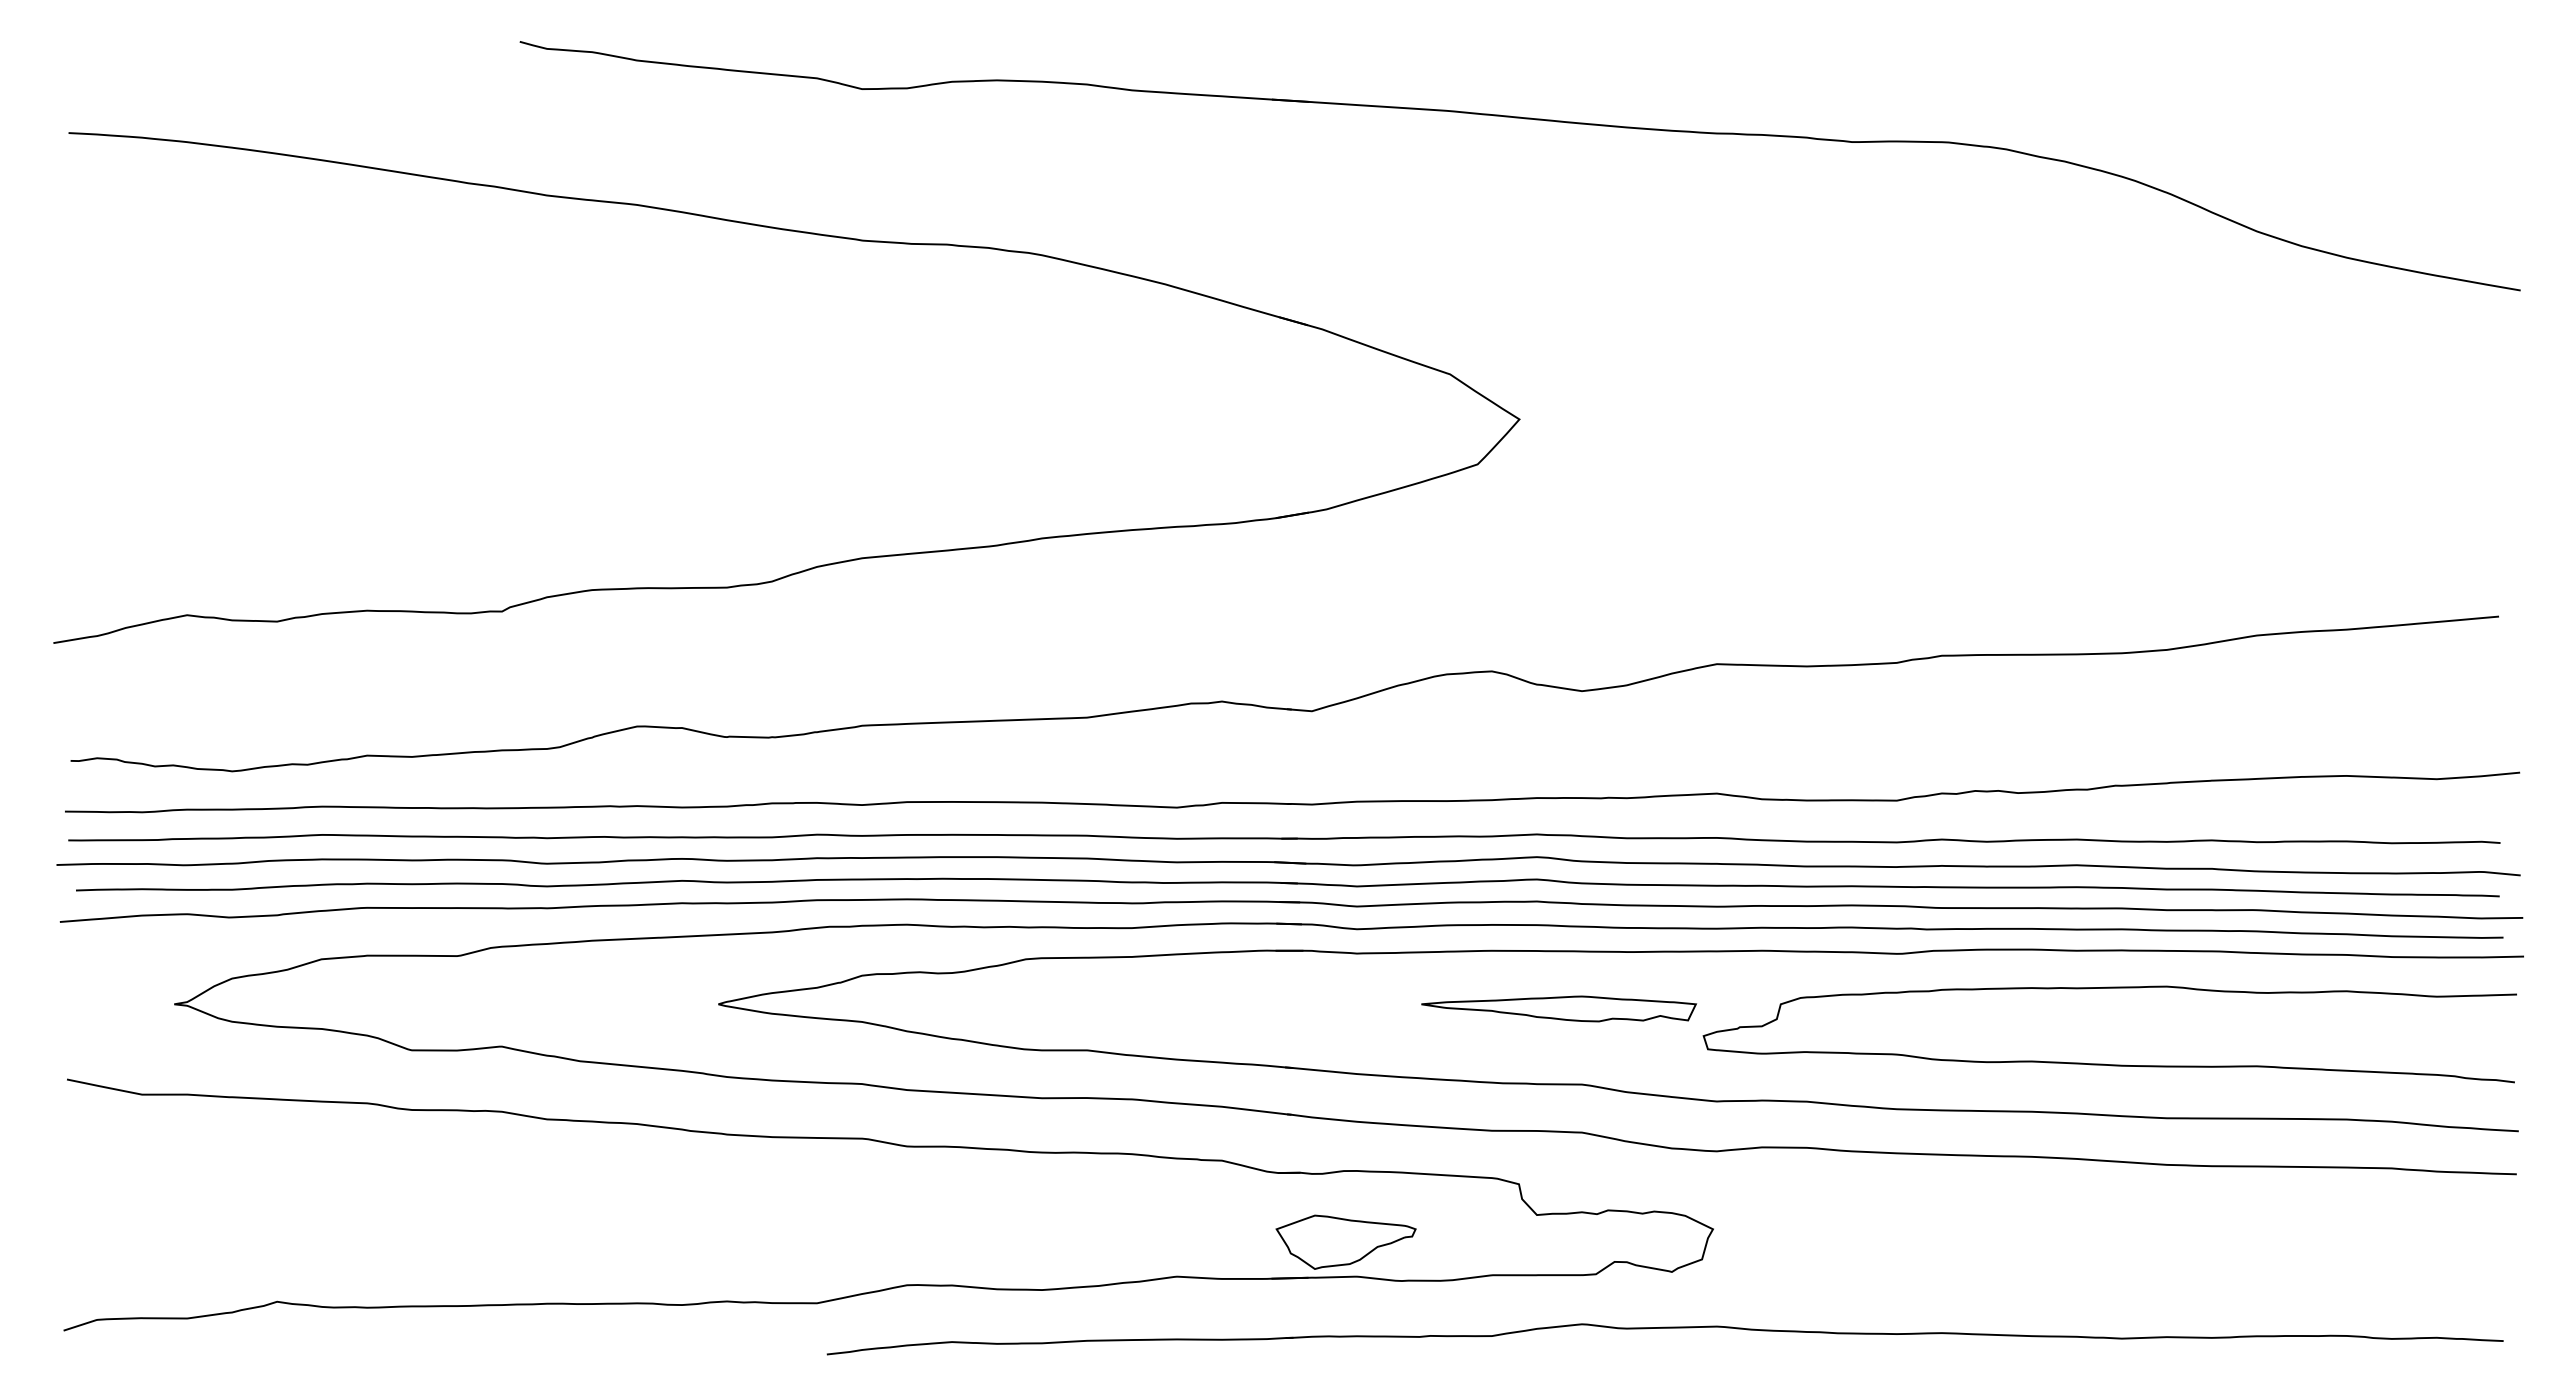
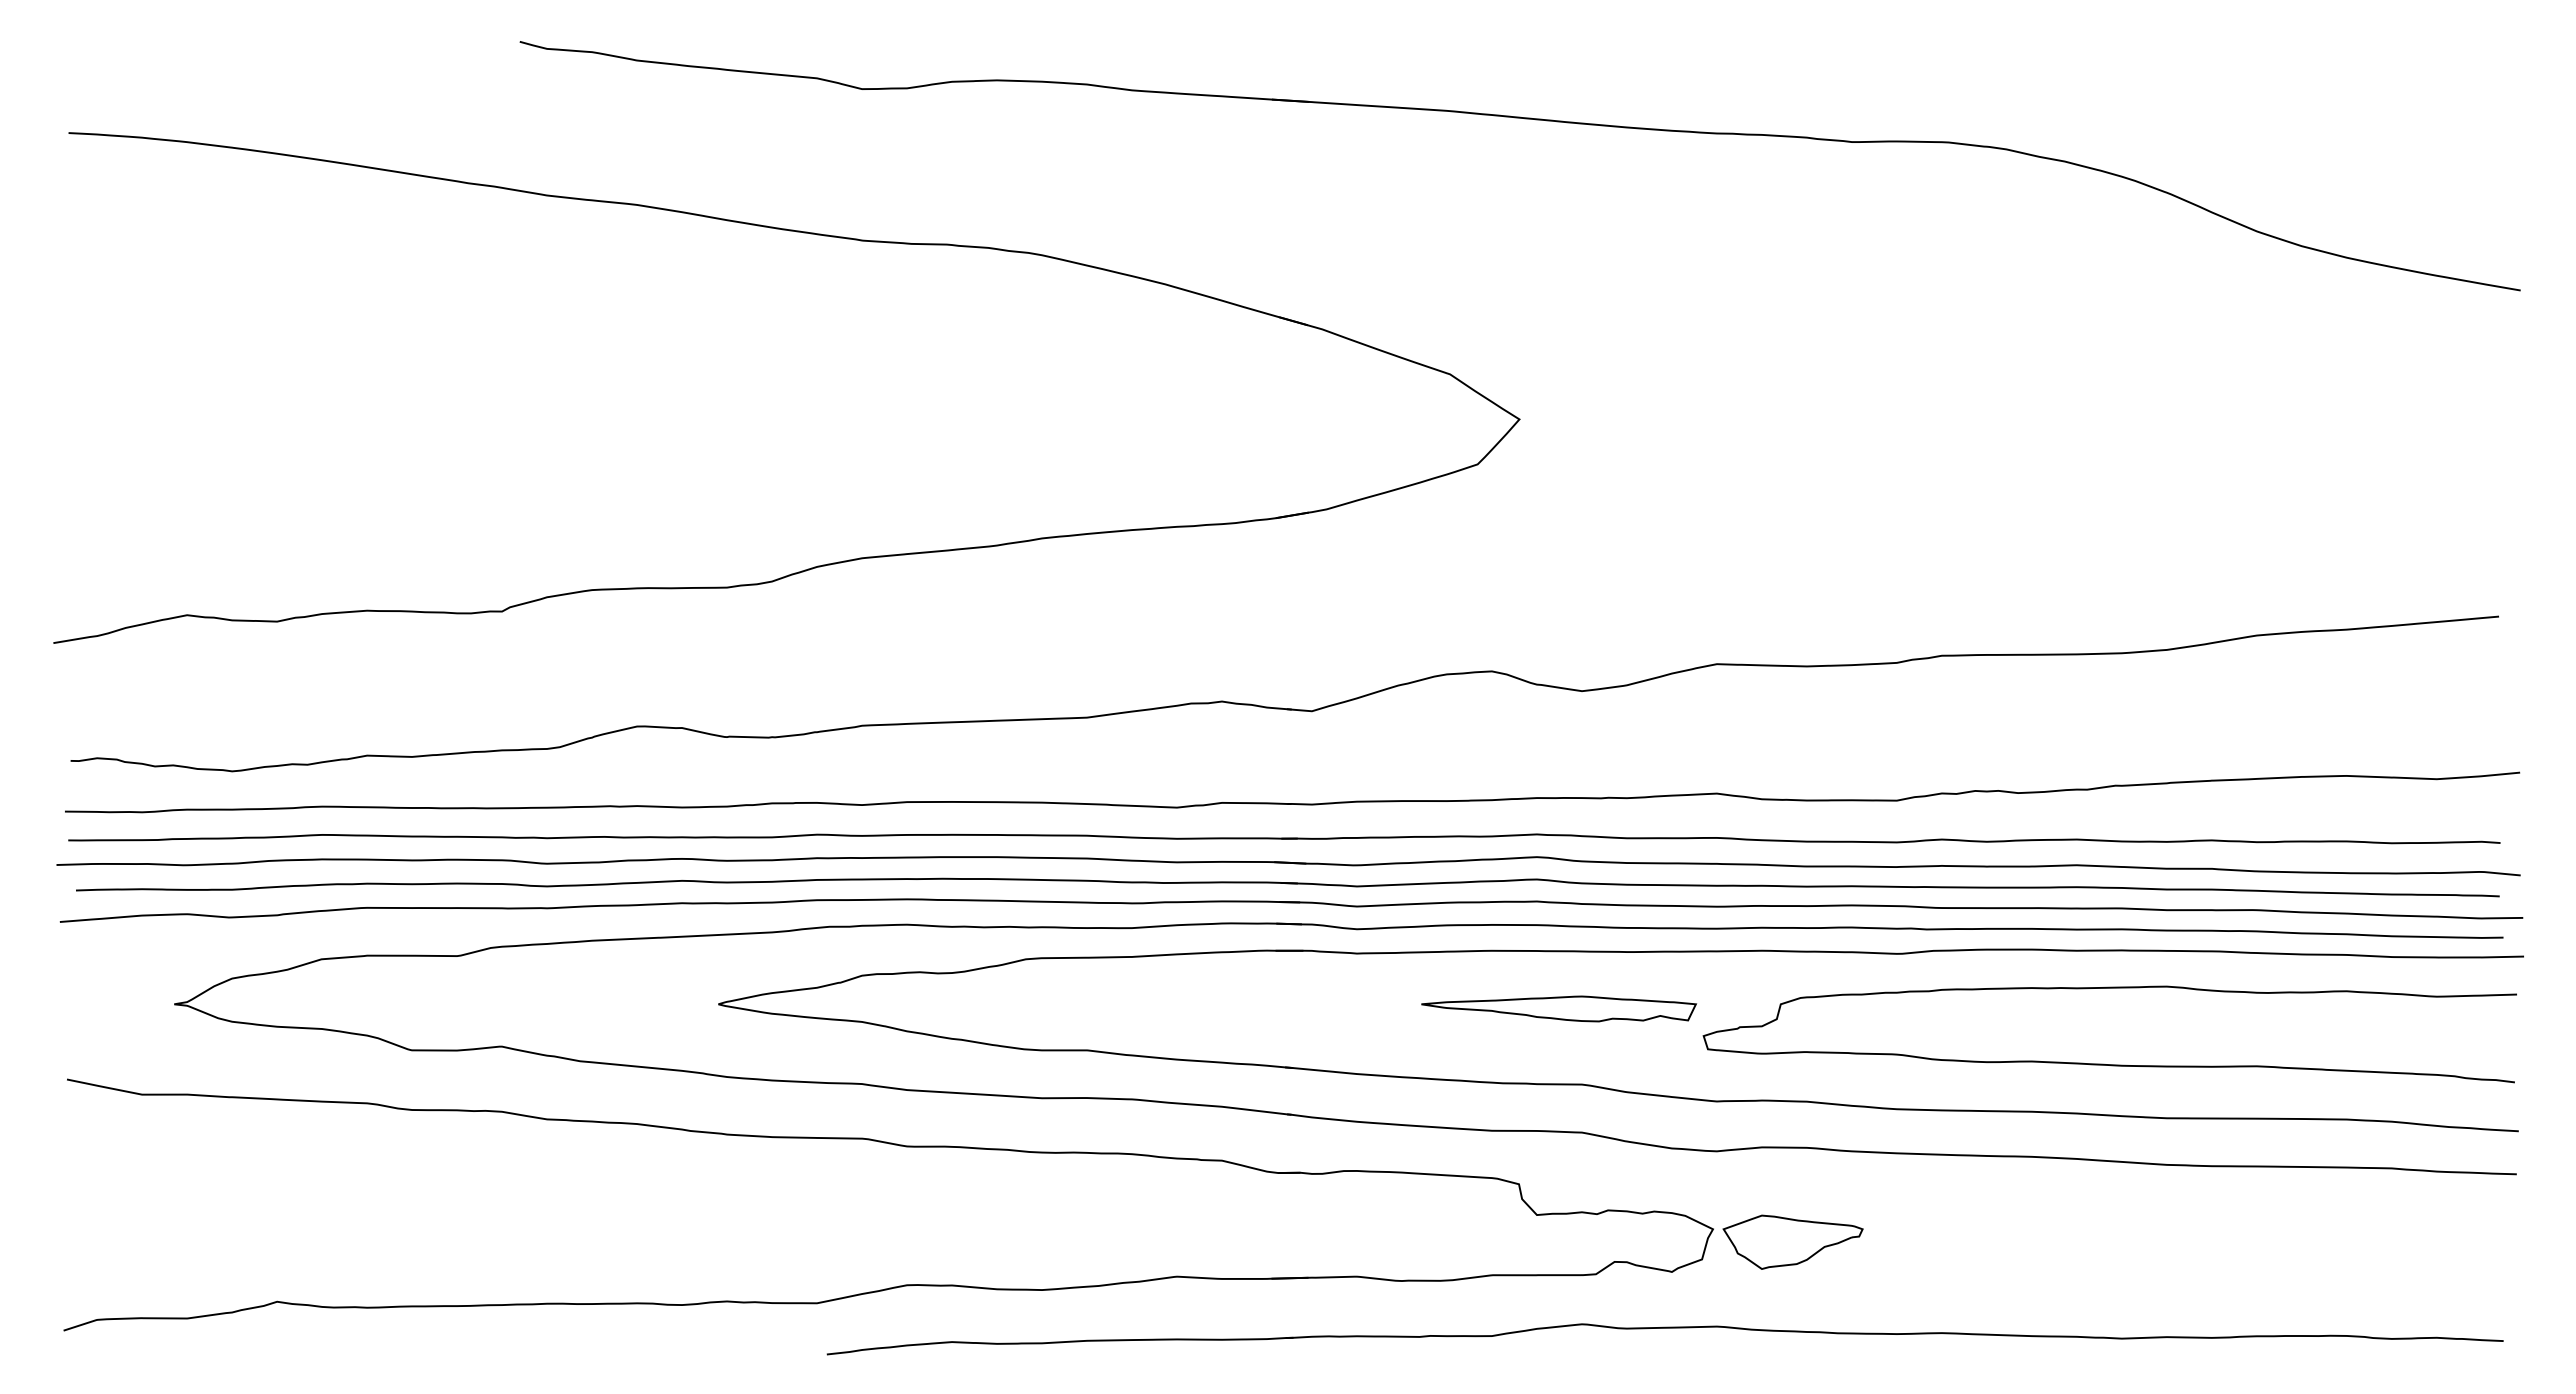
part at (1345, 1241) position: (1345, 1241) -> (1792, 1241)
